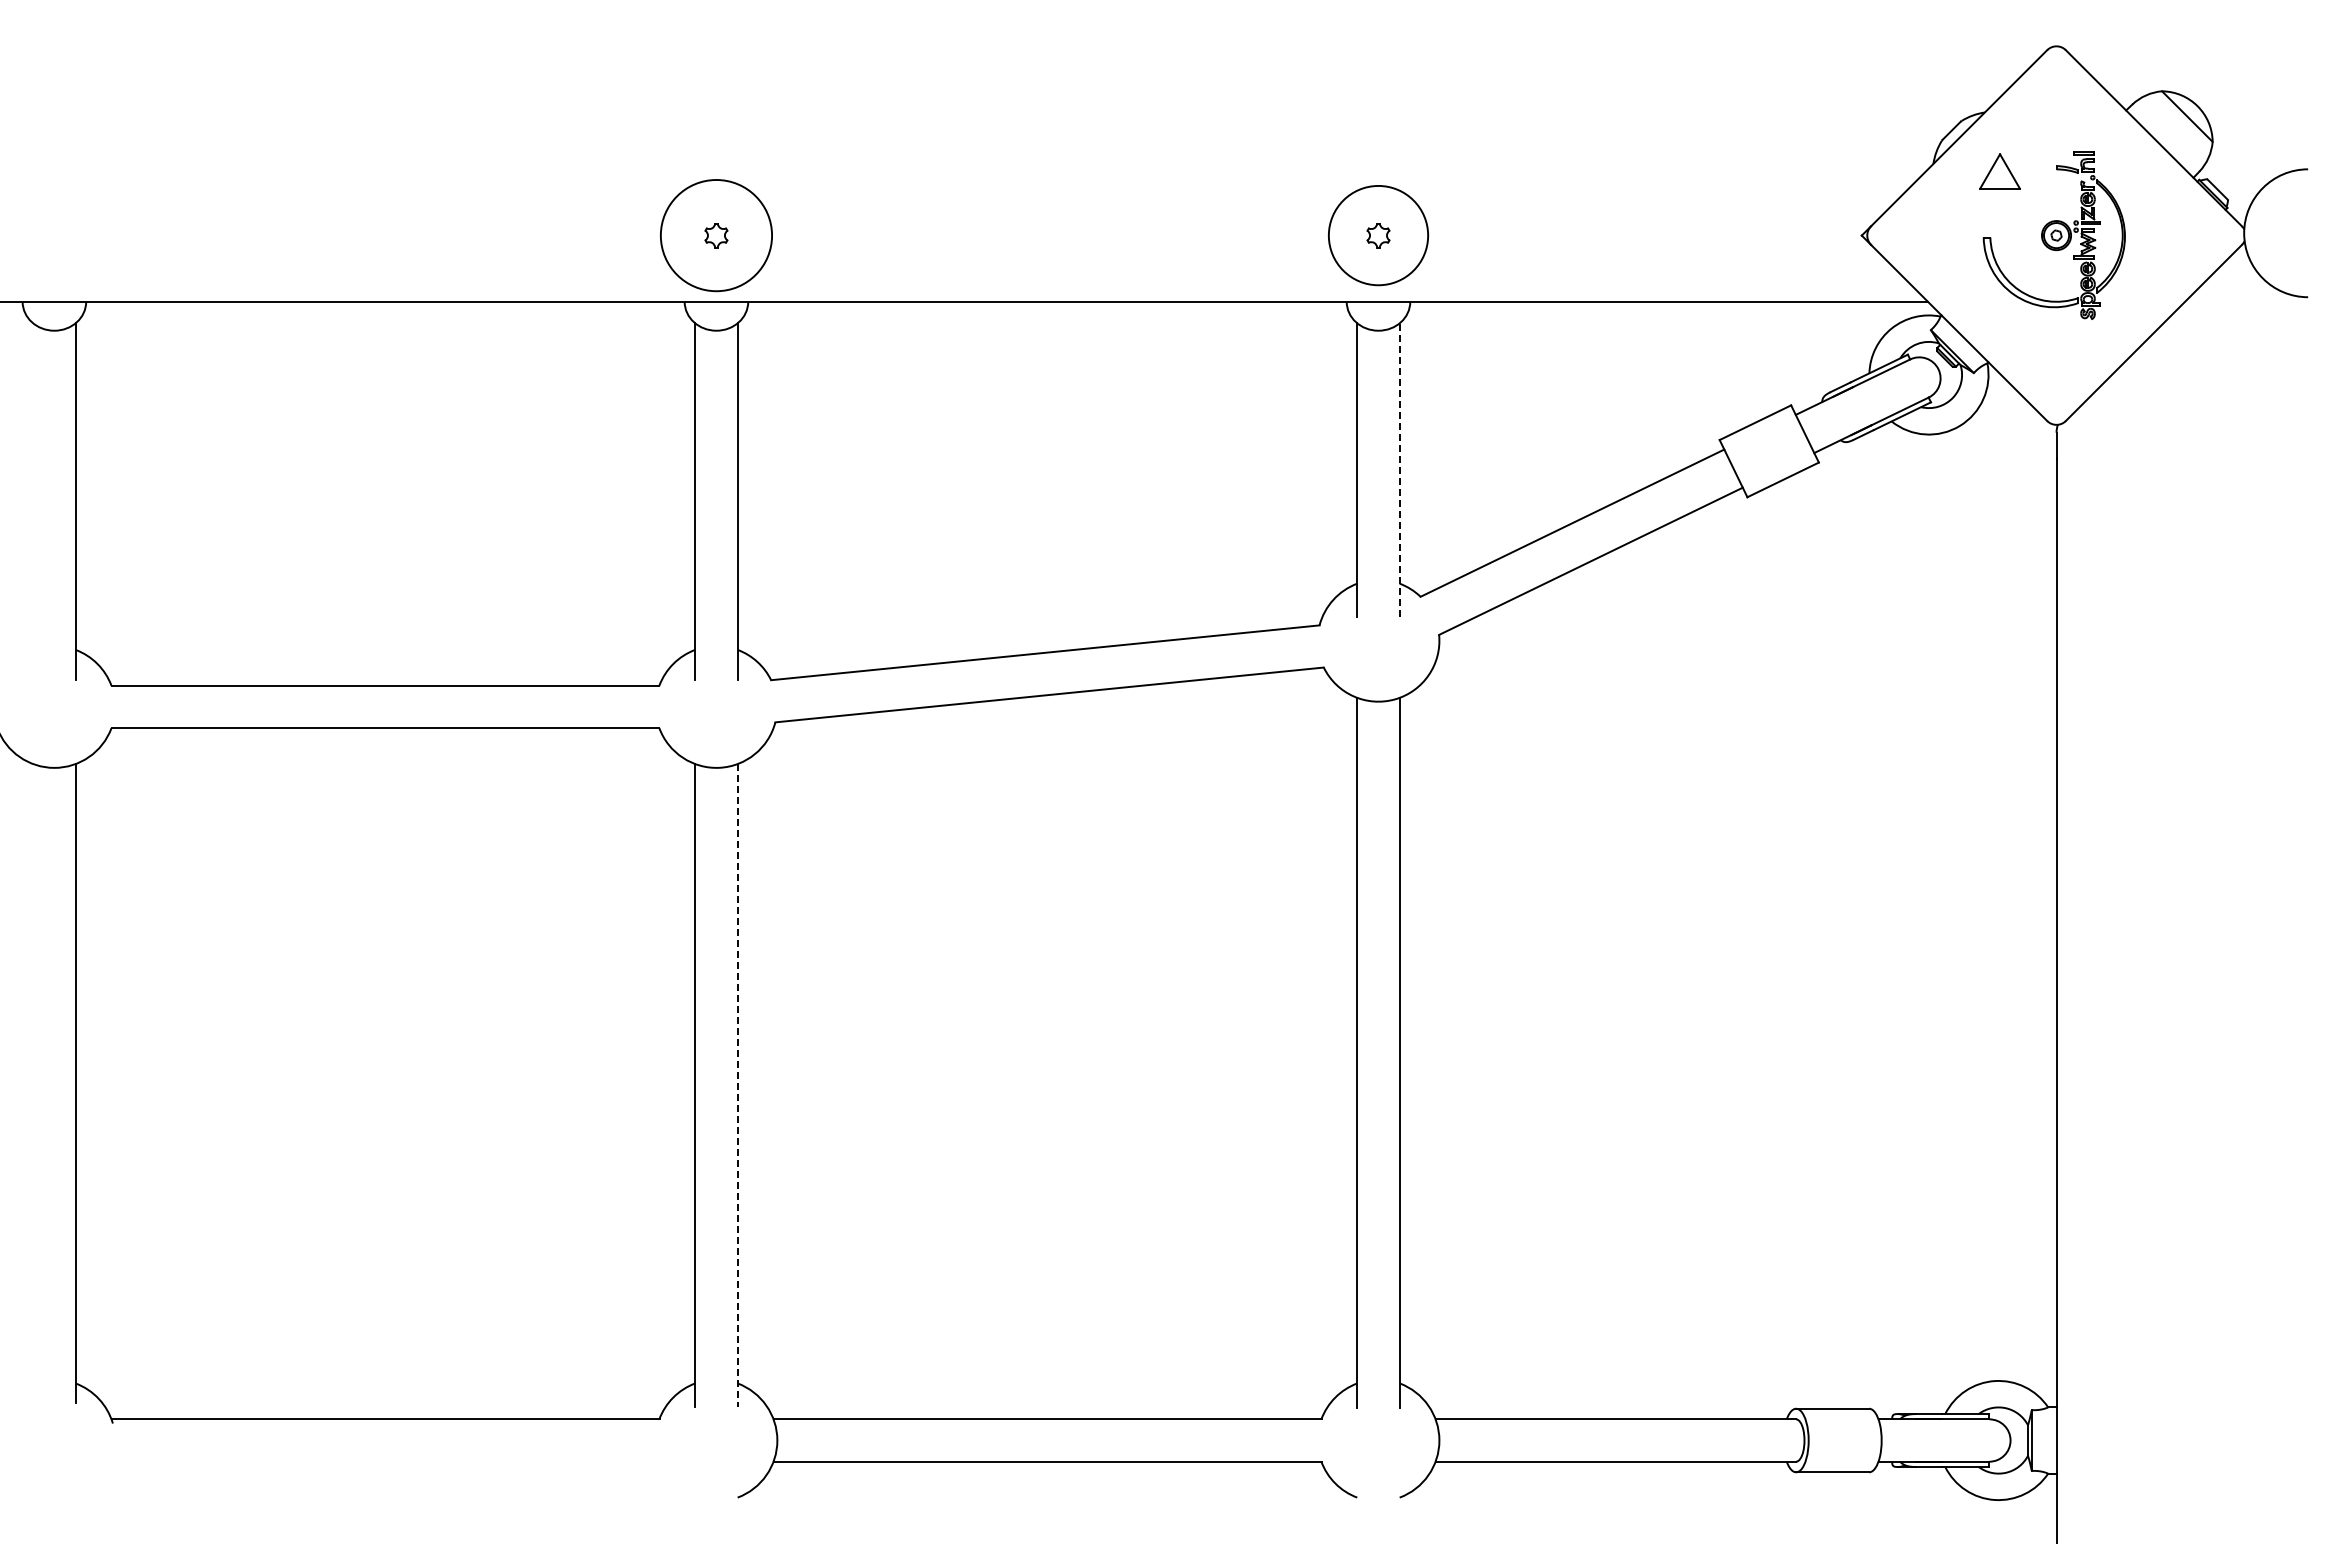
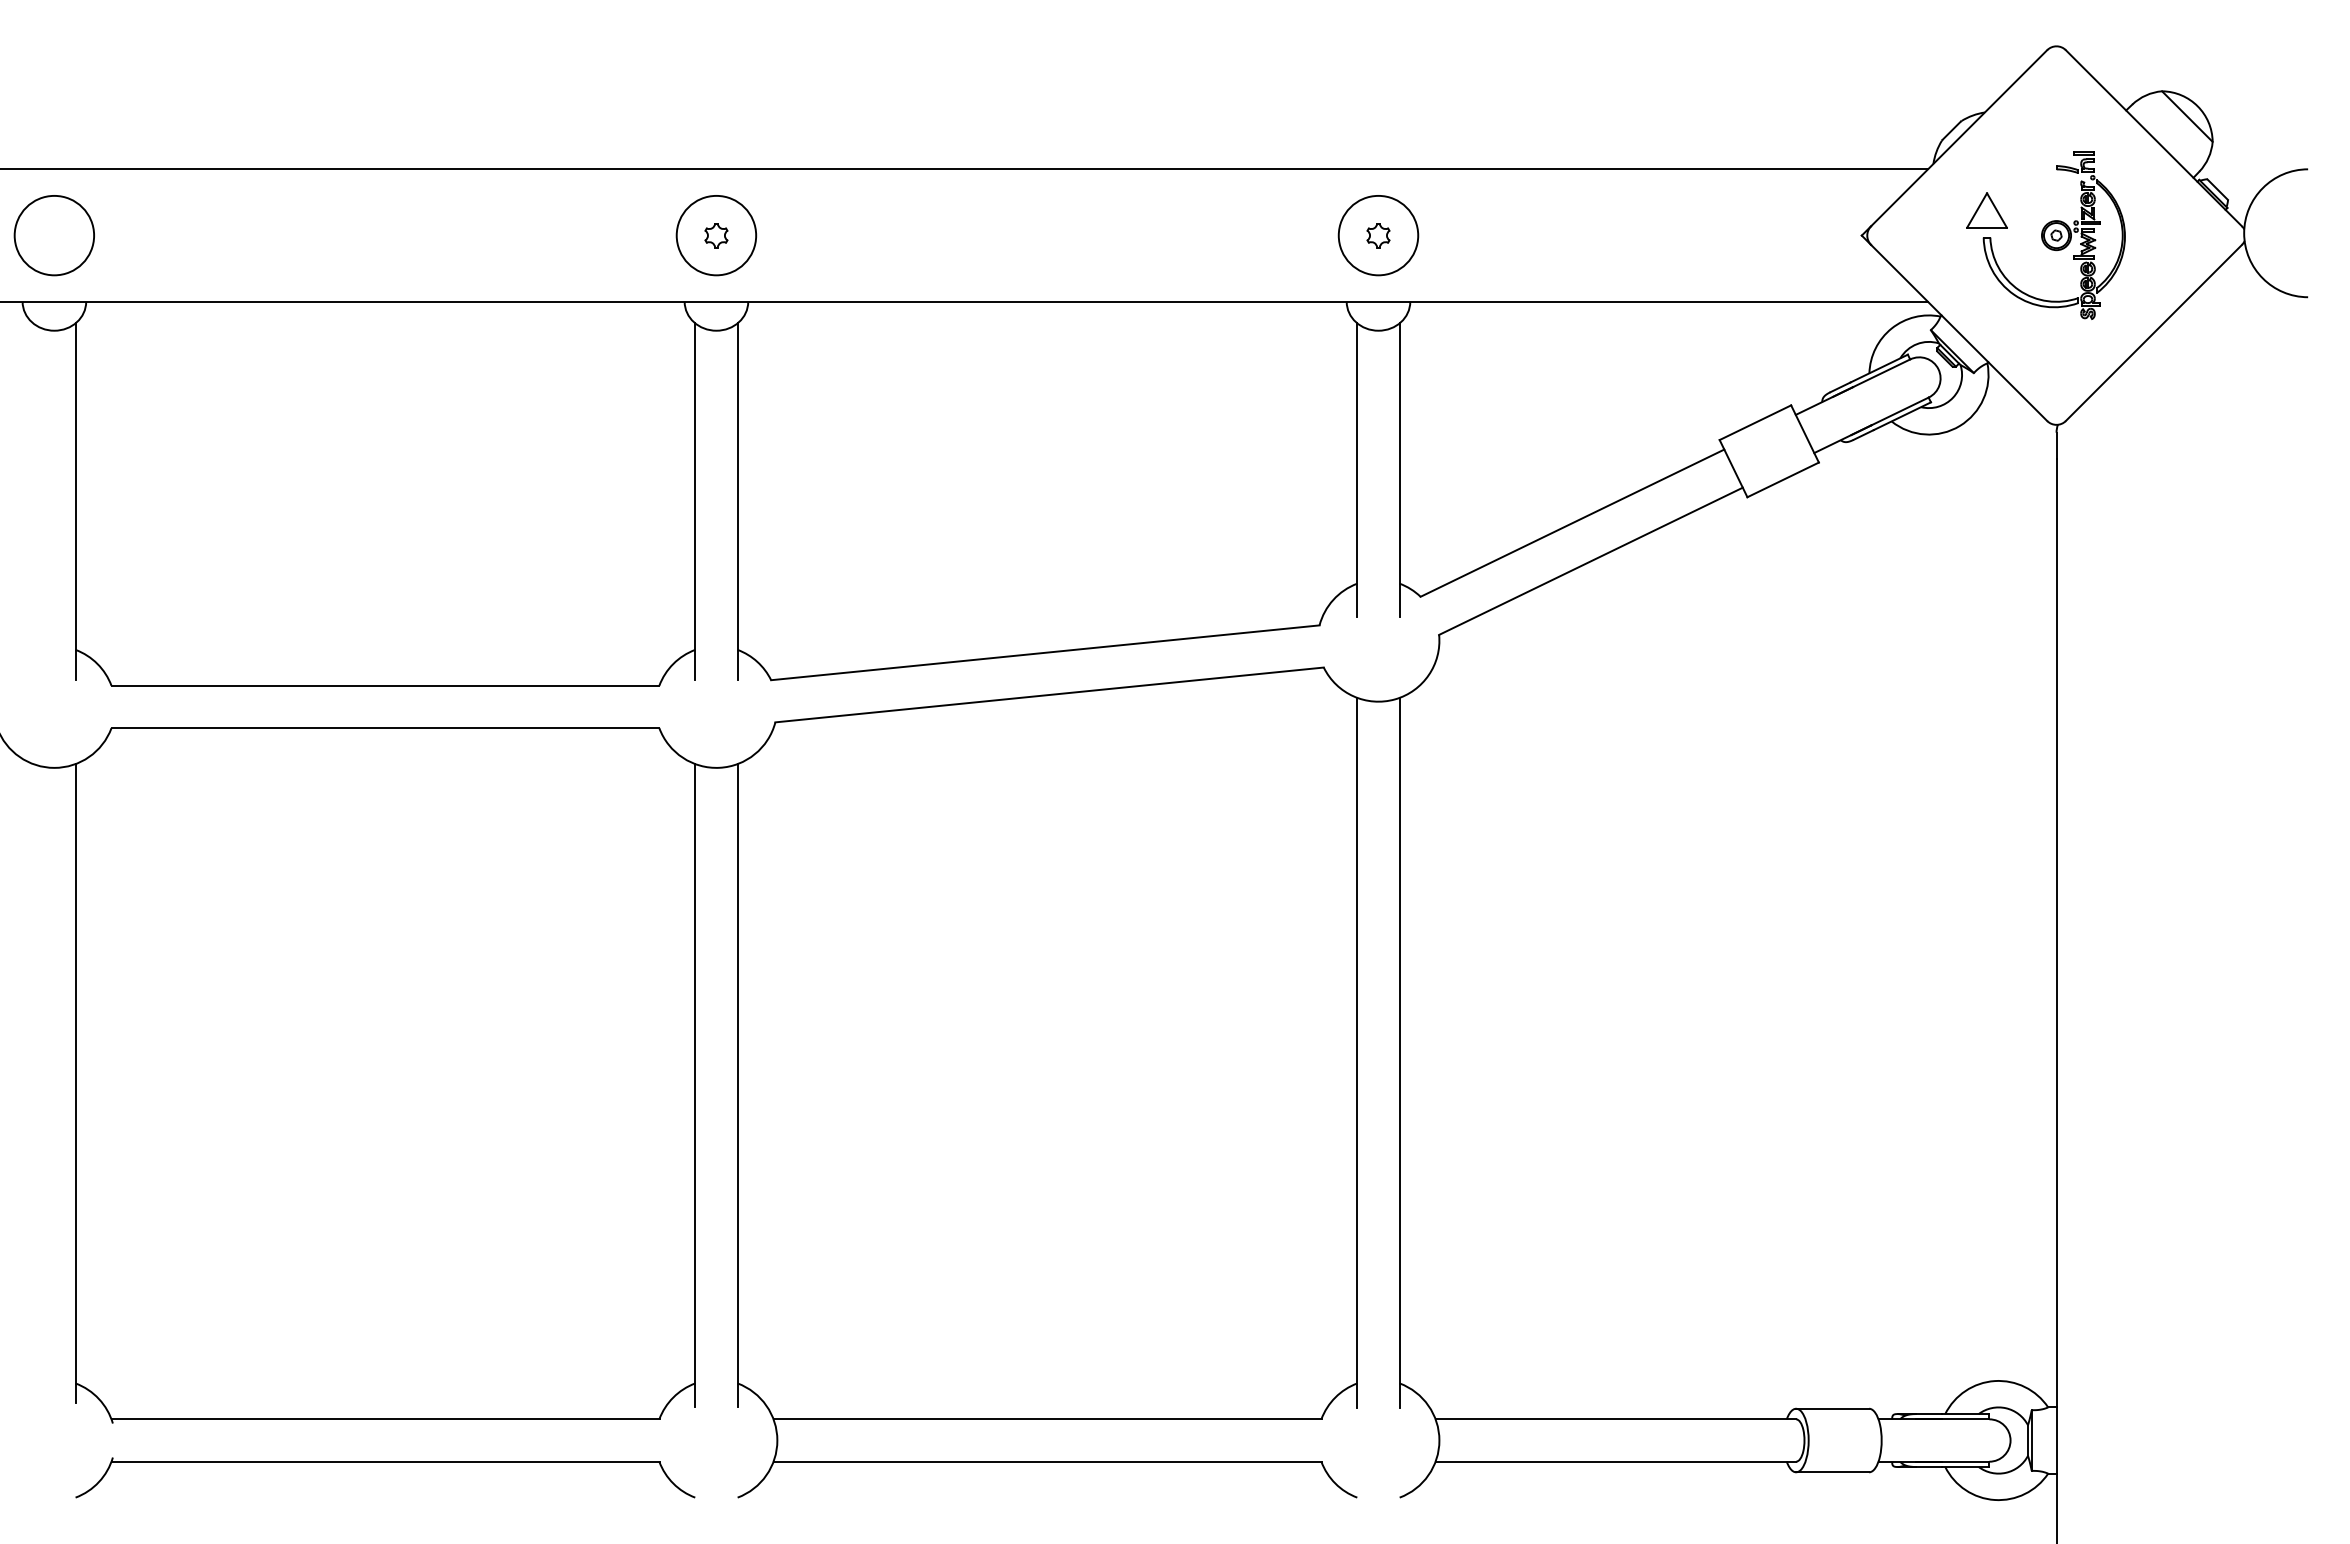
line at (965, 169): none -> present
part at (1999, 171) position: (1999, 171) -> (1986, 210)
circle at (53, 235): none -> present
circle at (716, 235) diameter: 111 px -> 79 px
circle at (1378, 235) diameter: 99 px -> 79 px
line at (1399, 470): dashed -> solid
line at (737, 1085): dashed -> solid
part at (385, 1462): none -> present
